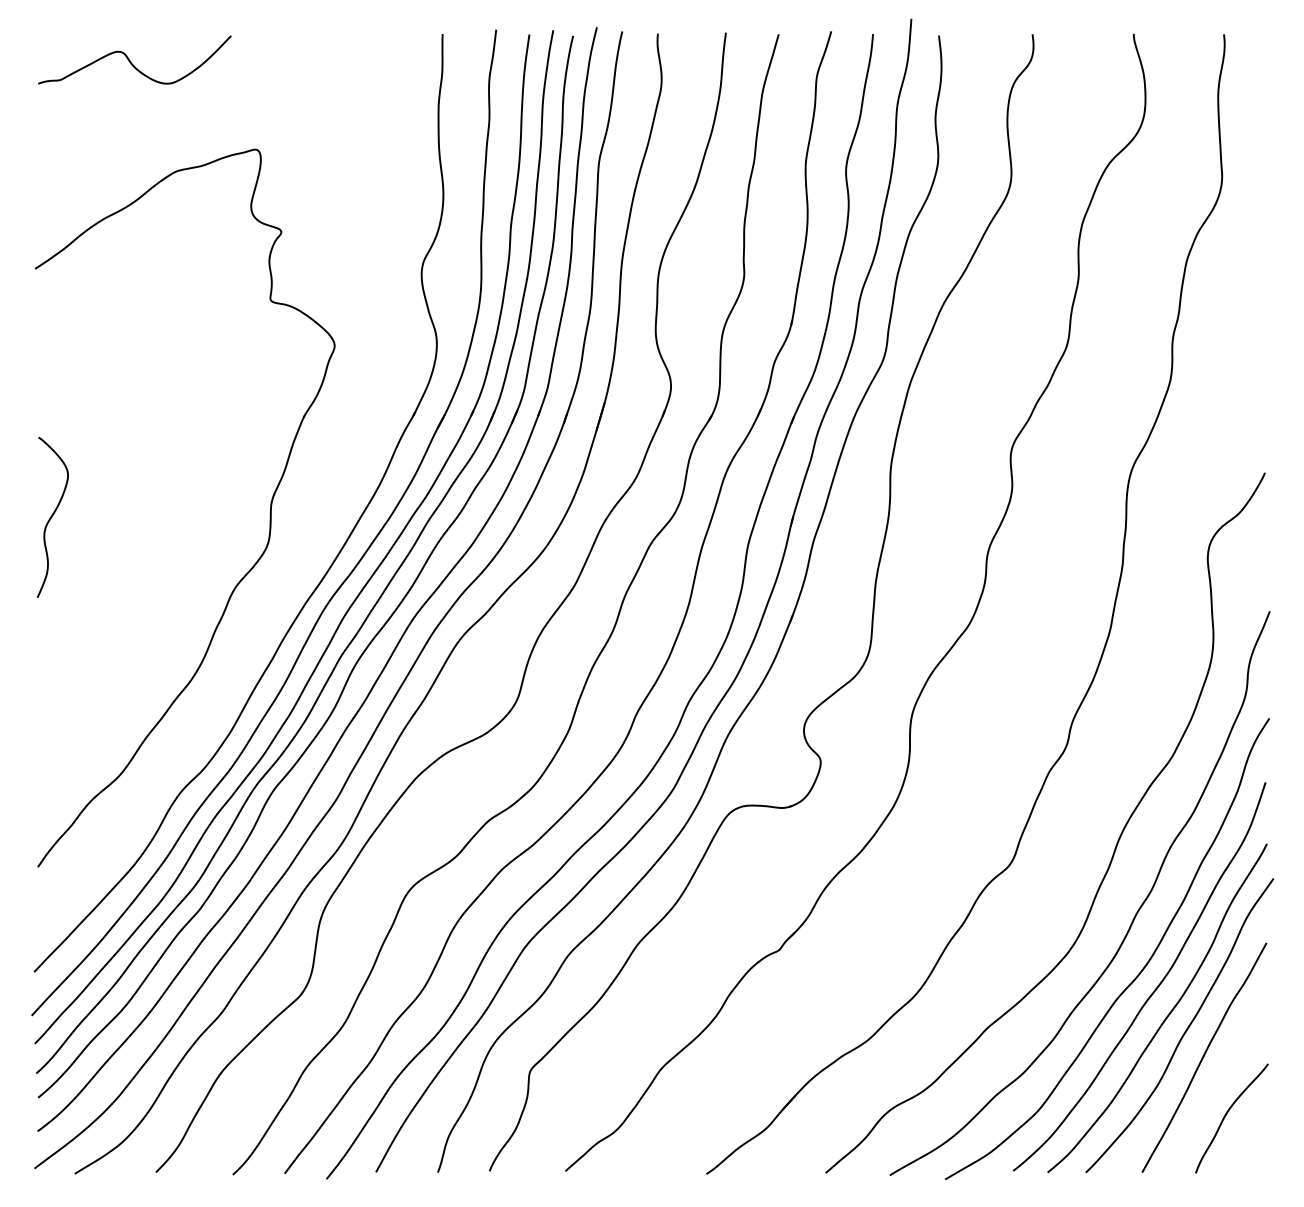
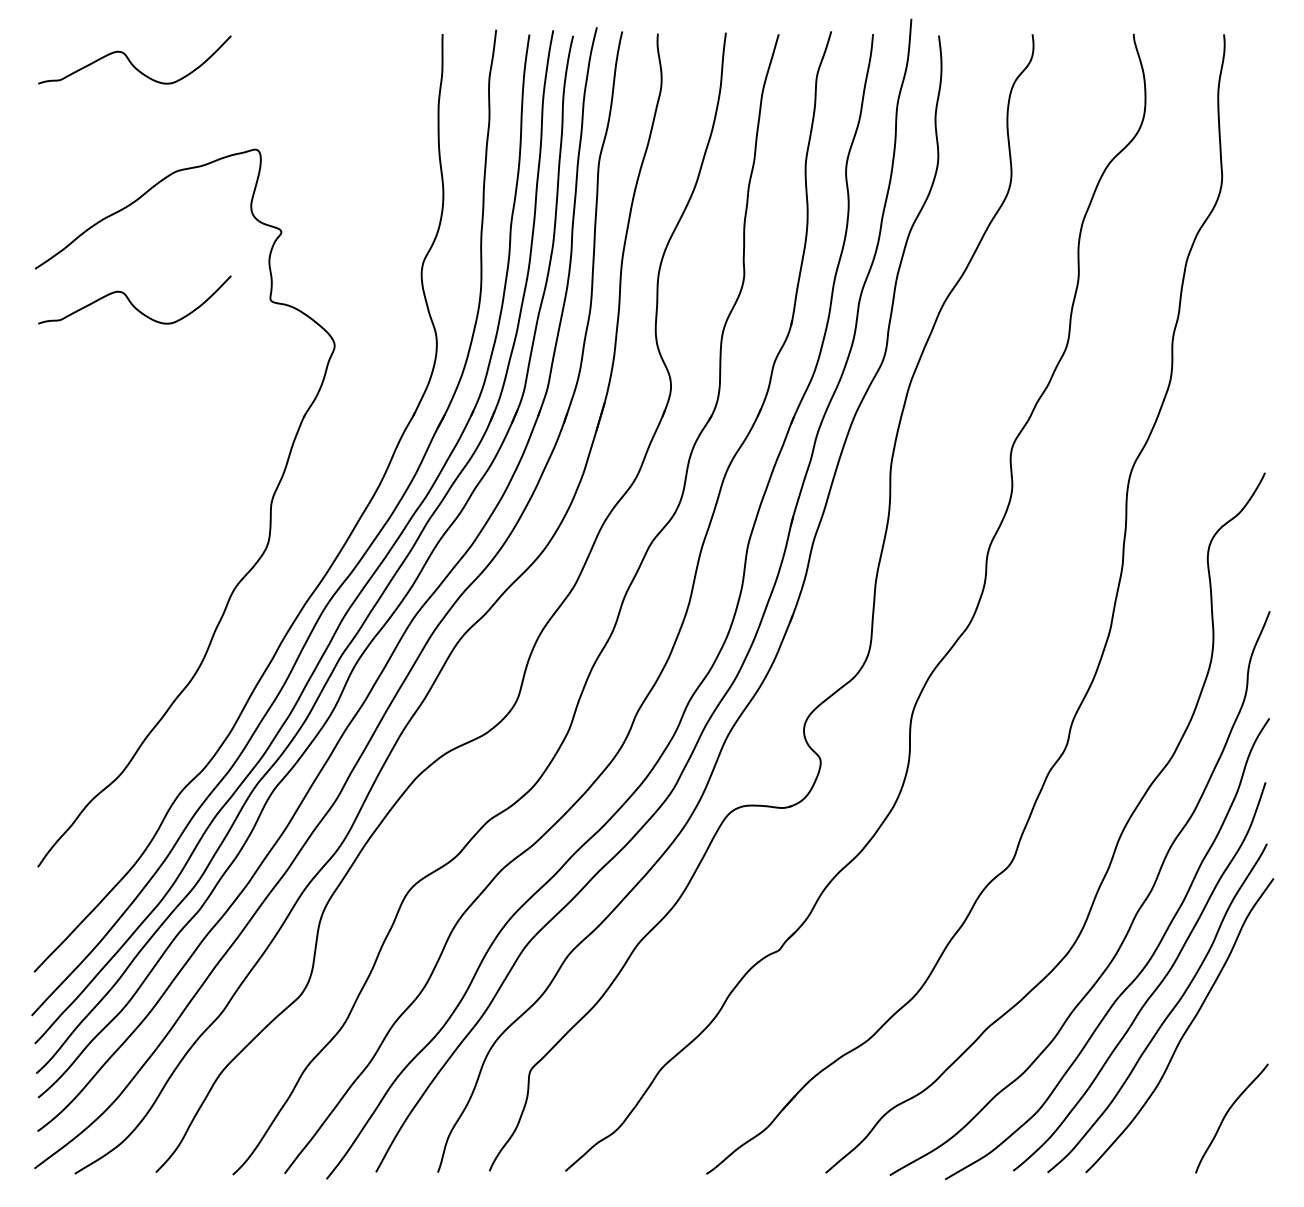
curve at (131, 301): none -> present
curve at (52, 516): present -> none
curve at (1204, 1056): present -> none
